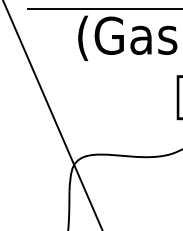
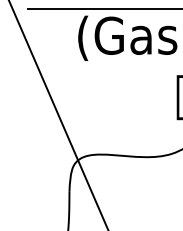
line at (52, 114) position: (52, 114) -> (58, 114)
